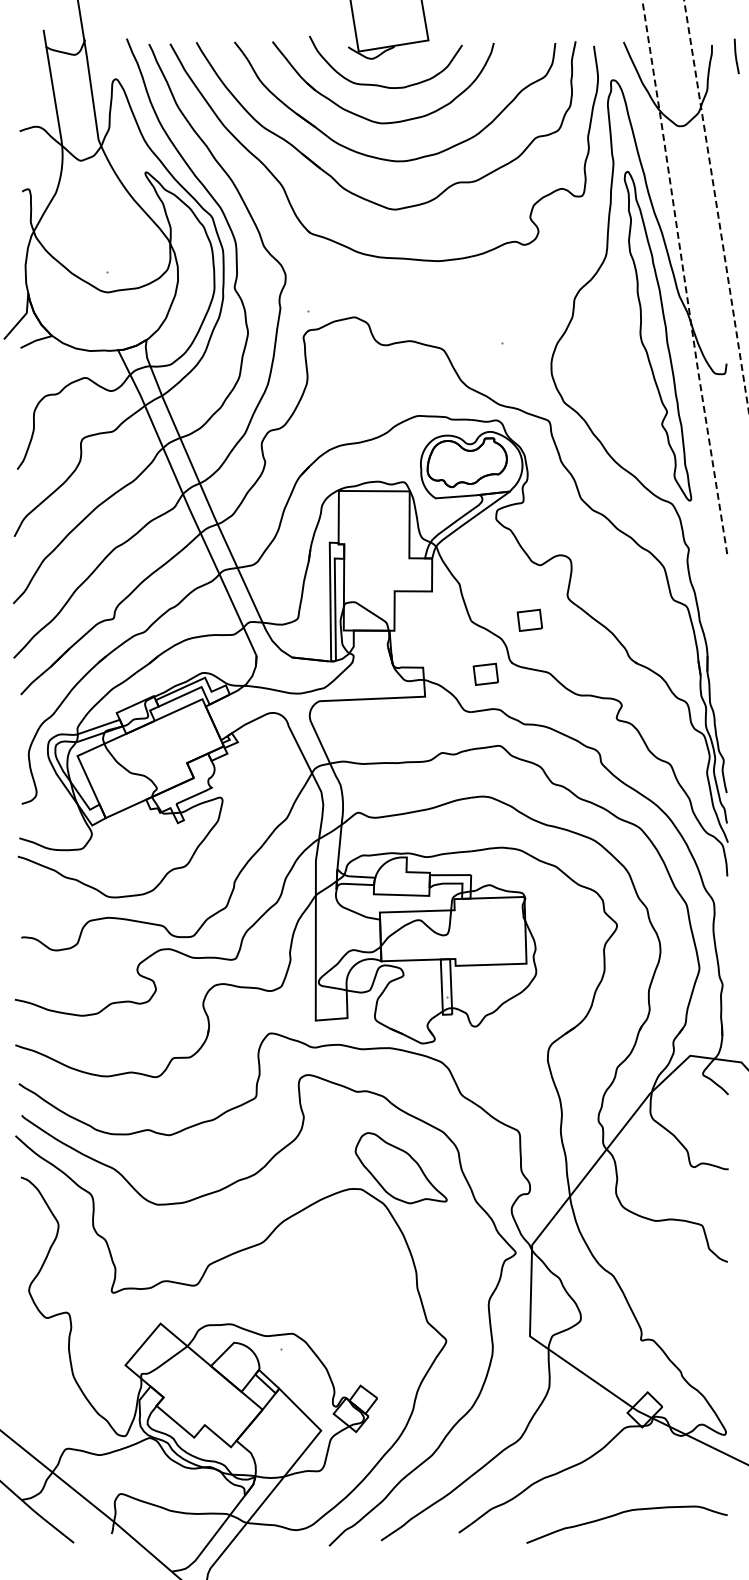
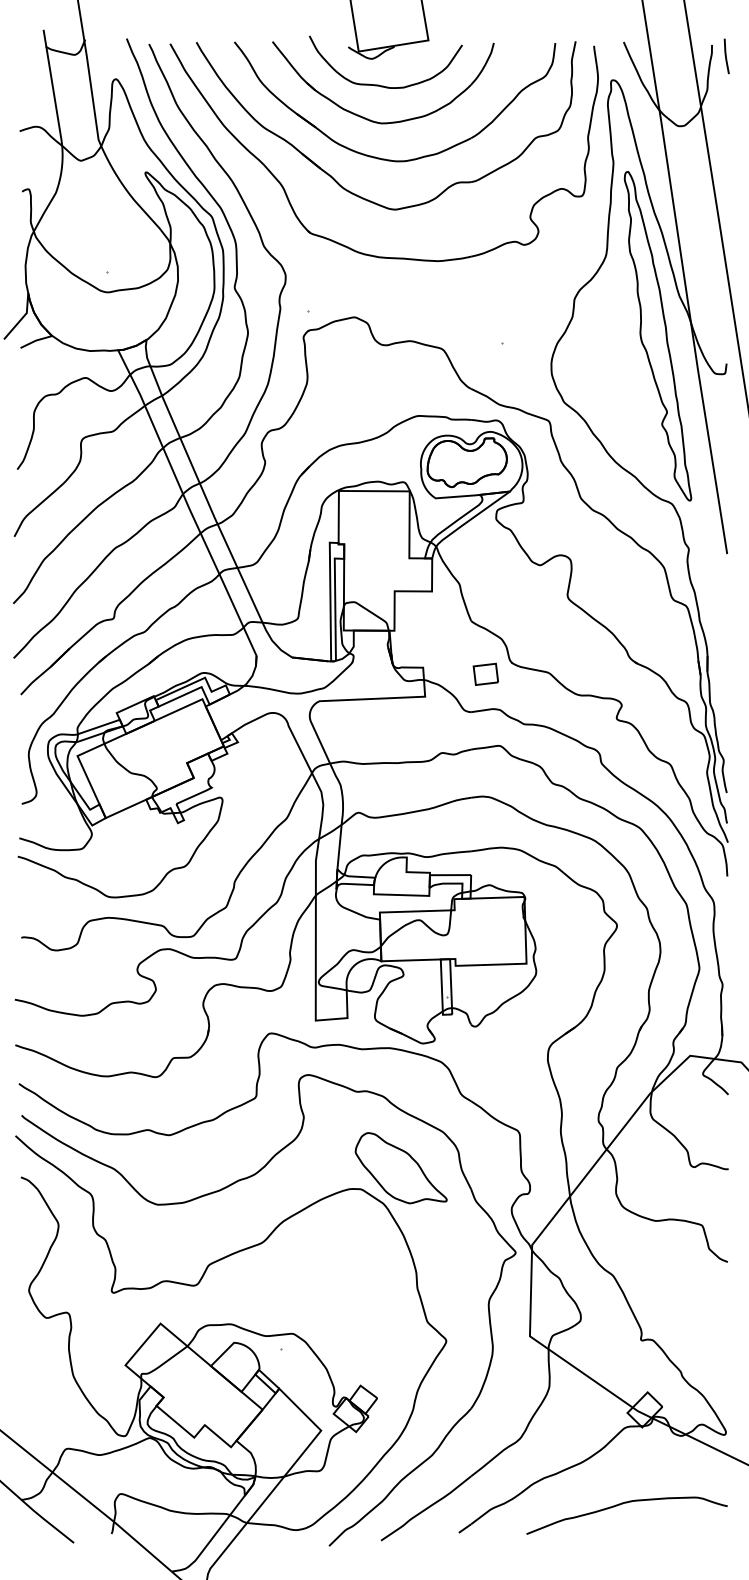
line at (736, 56) position: (736, 56) -> (726, 56)
line at (716, 207): dashed -> solid
line at (684, 276): dashed -> solid
part at (529, 619): present -> none
curve at (620, 1514) position: (620, 1514) -> (620, 1505)
